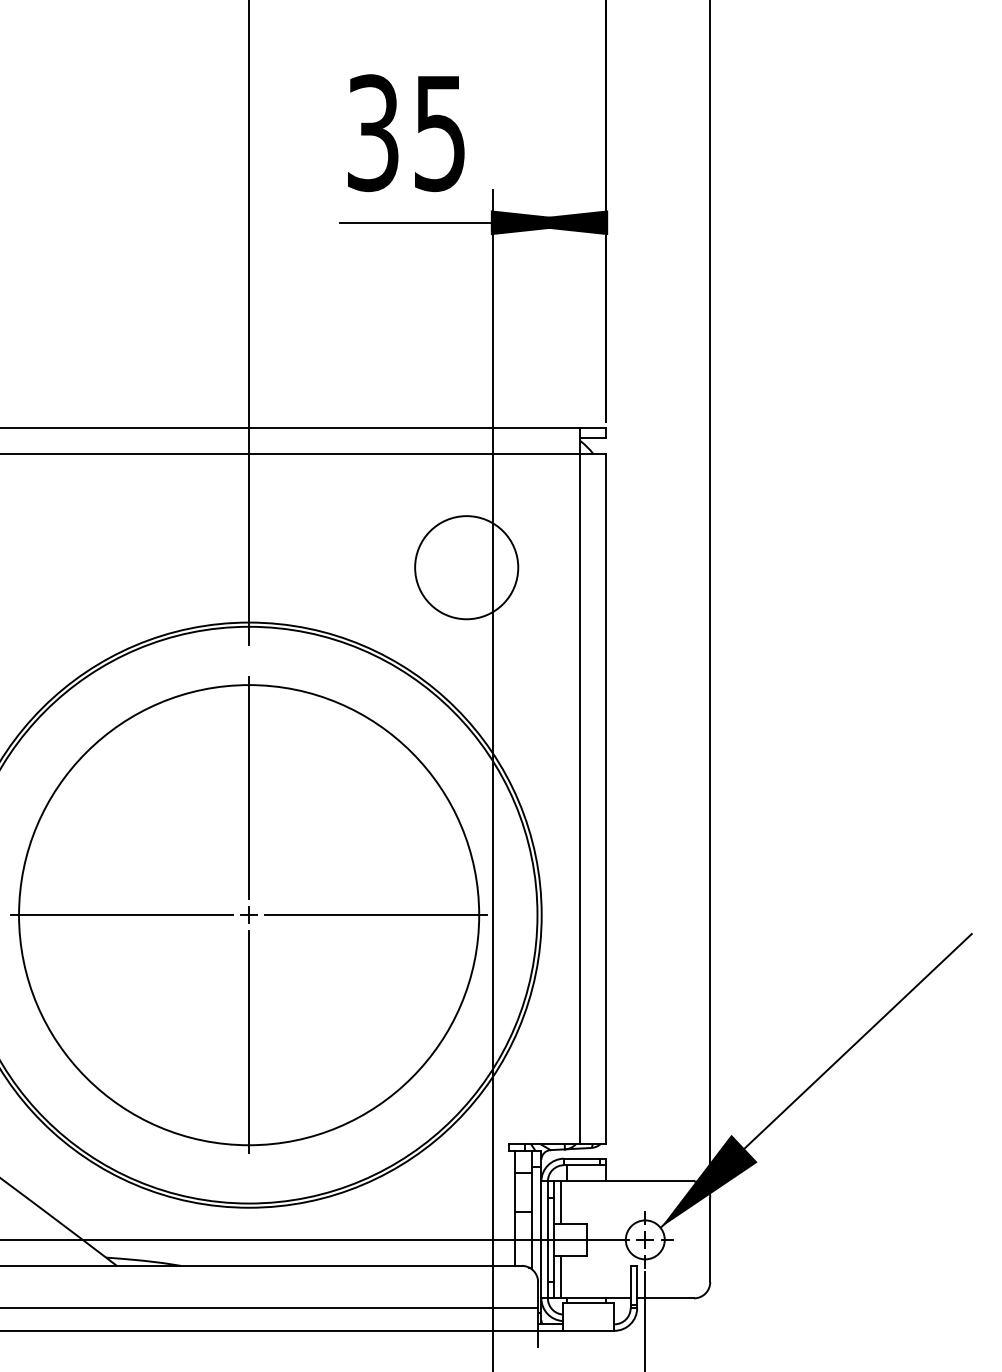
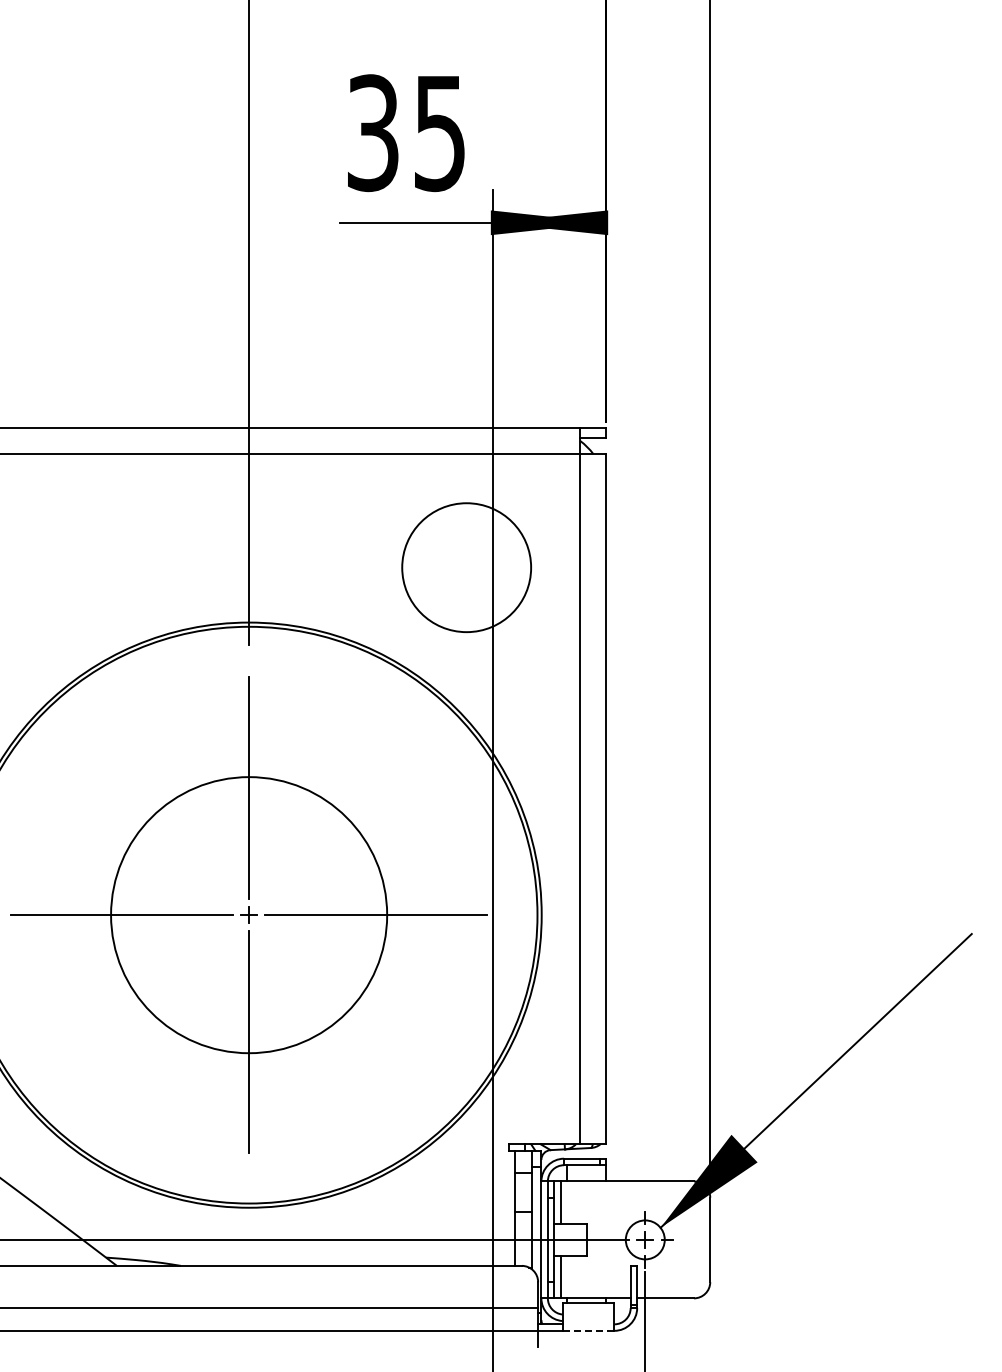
circle at (466, 567) diameter: 103 px -> 129 px
circle at (249, 915) diameter: 460 px -> 276 px
line at (588, 1330): solid -> dashed
